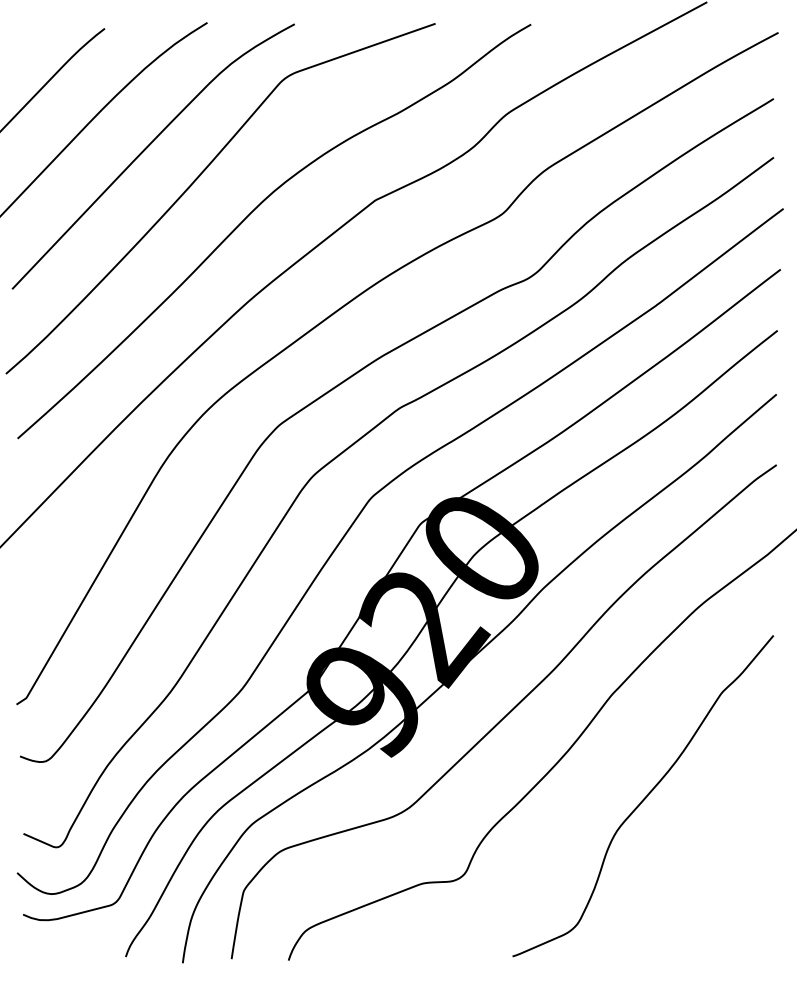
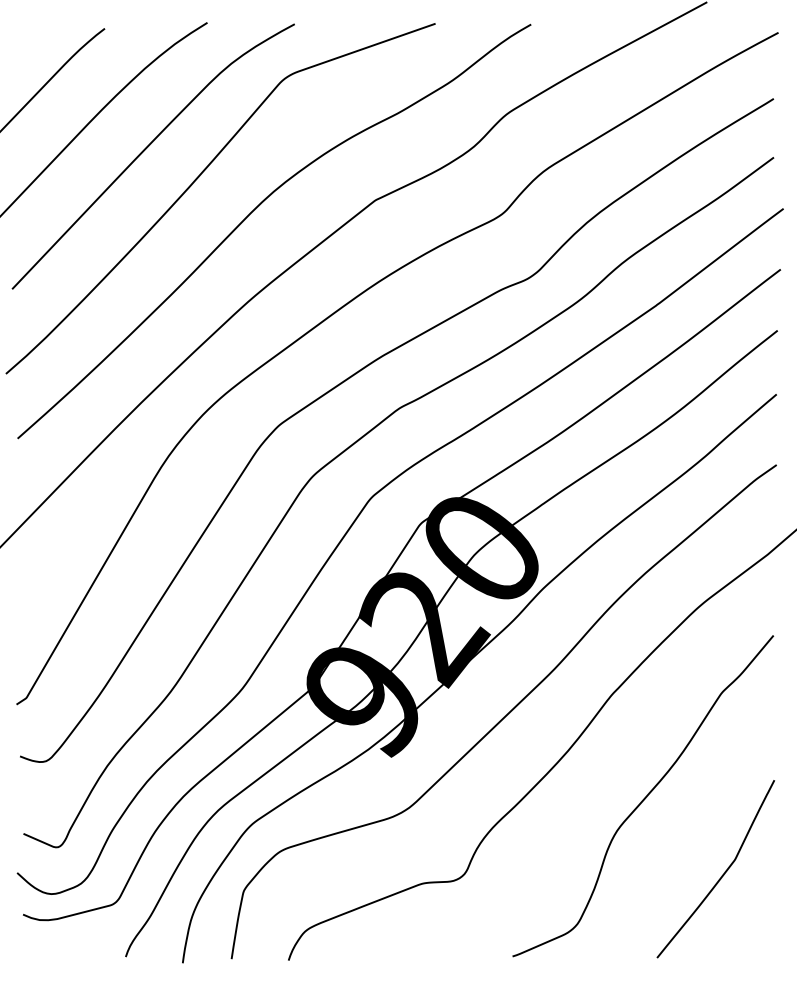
curve at (721, 875): none -> present
